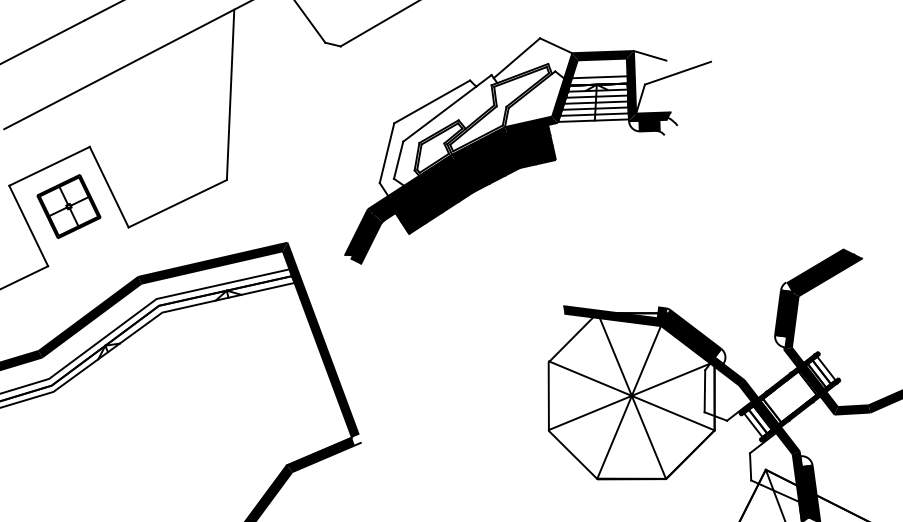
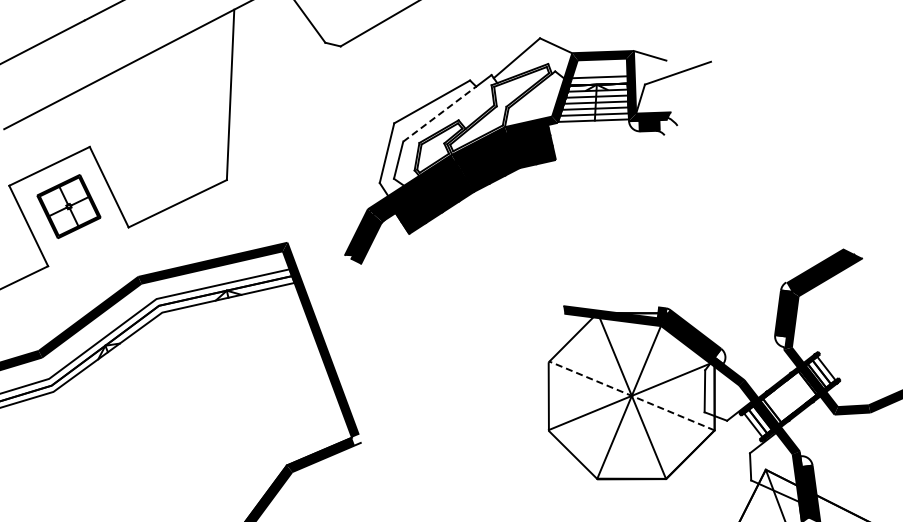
line at (439, 114): solid -> dashed
line at (631, 395): solid -> dashed
